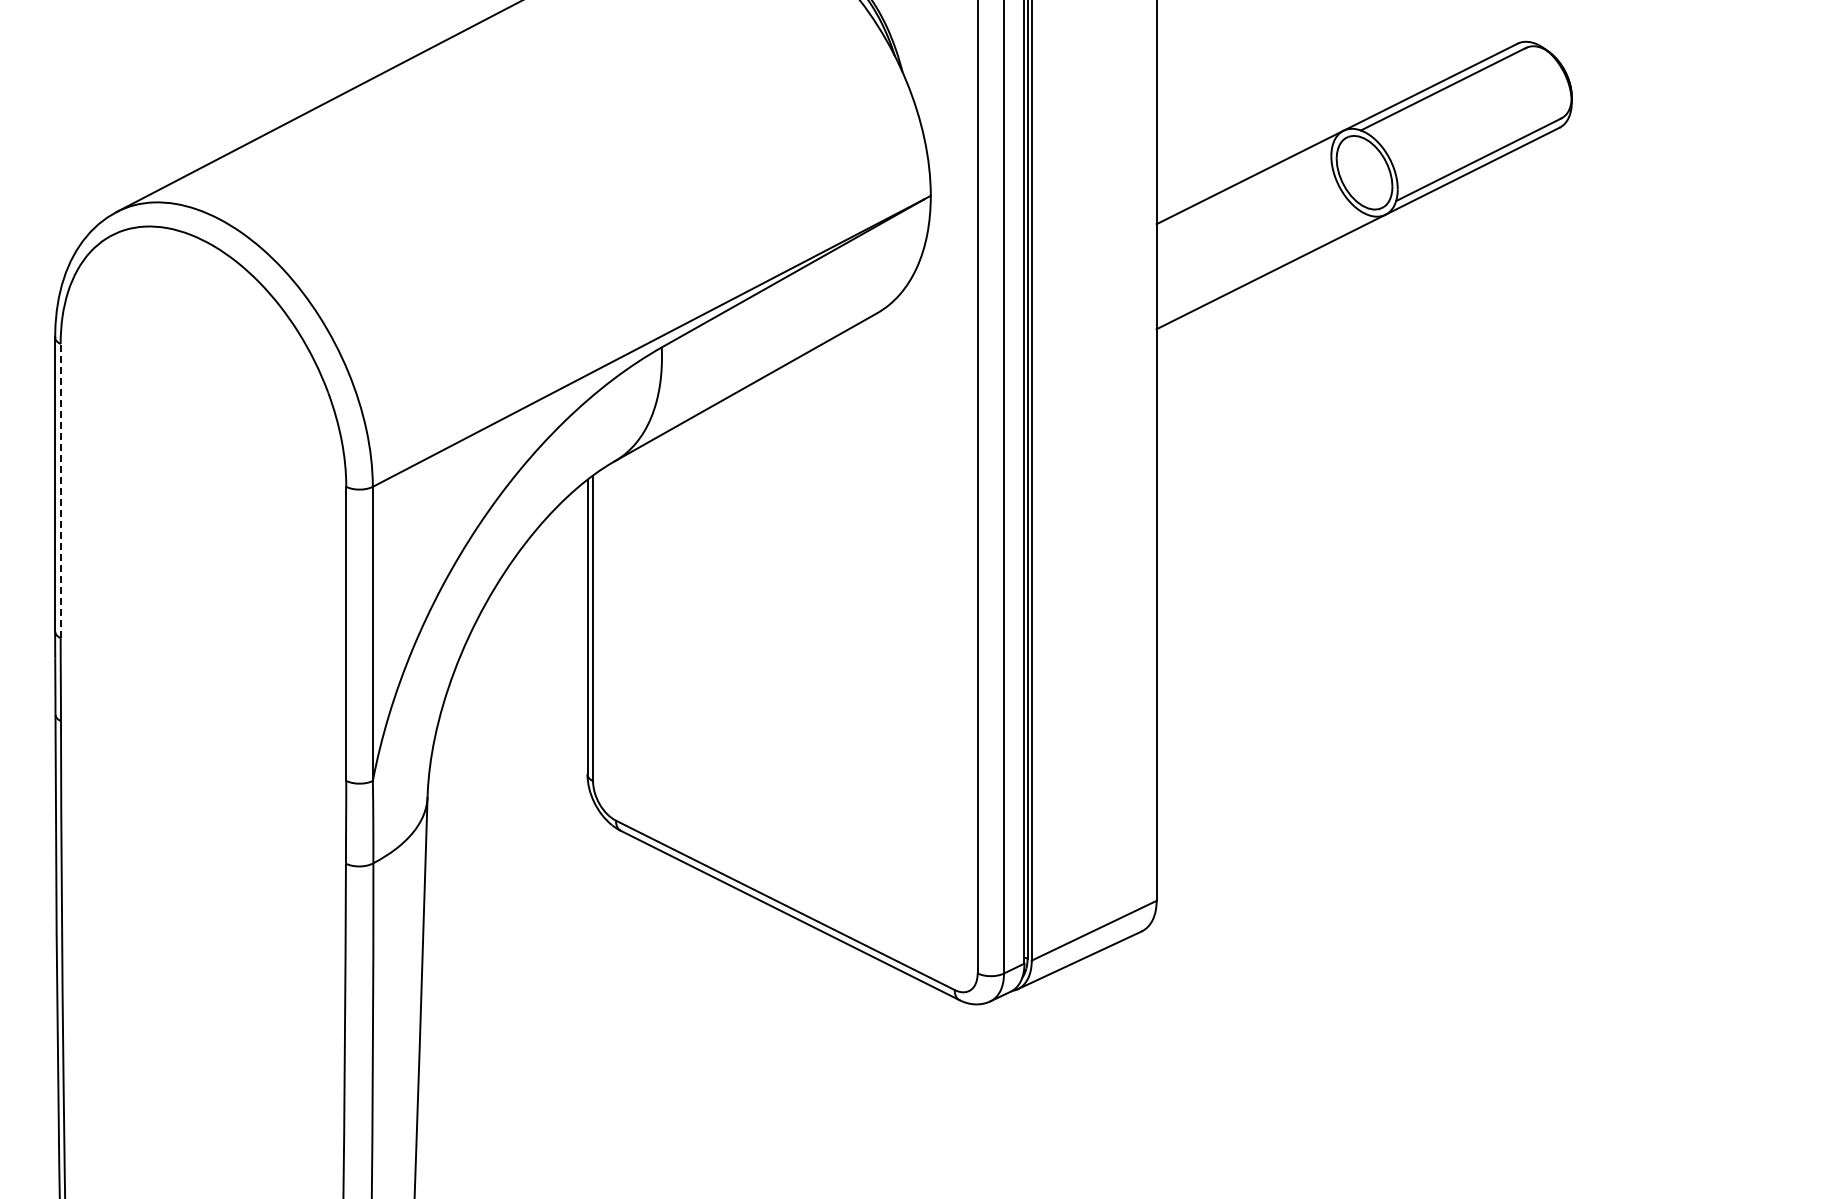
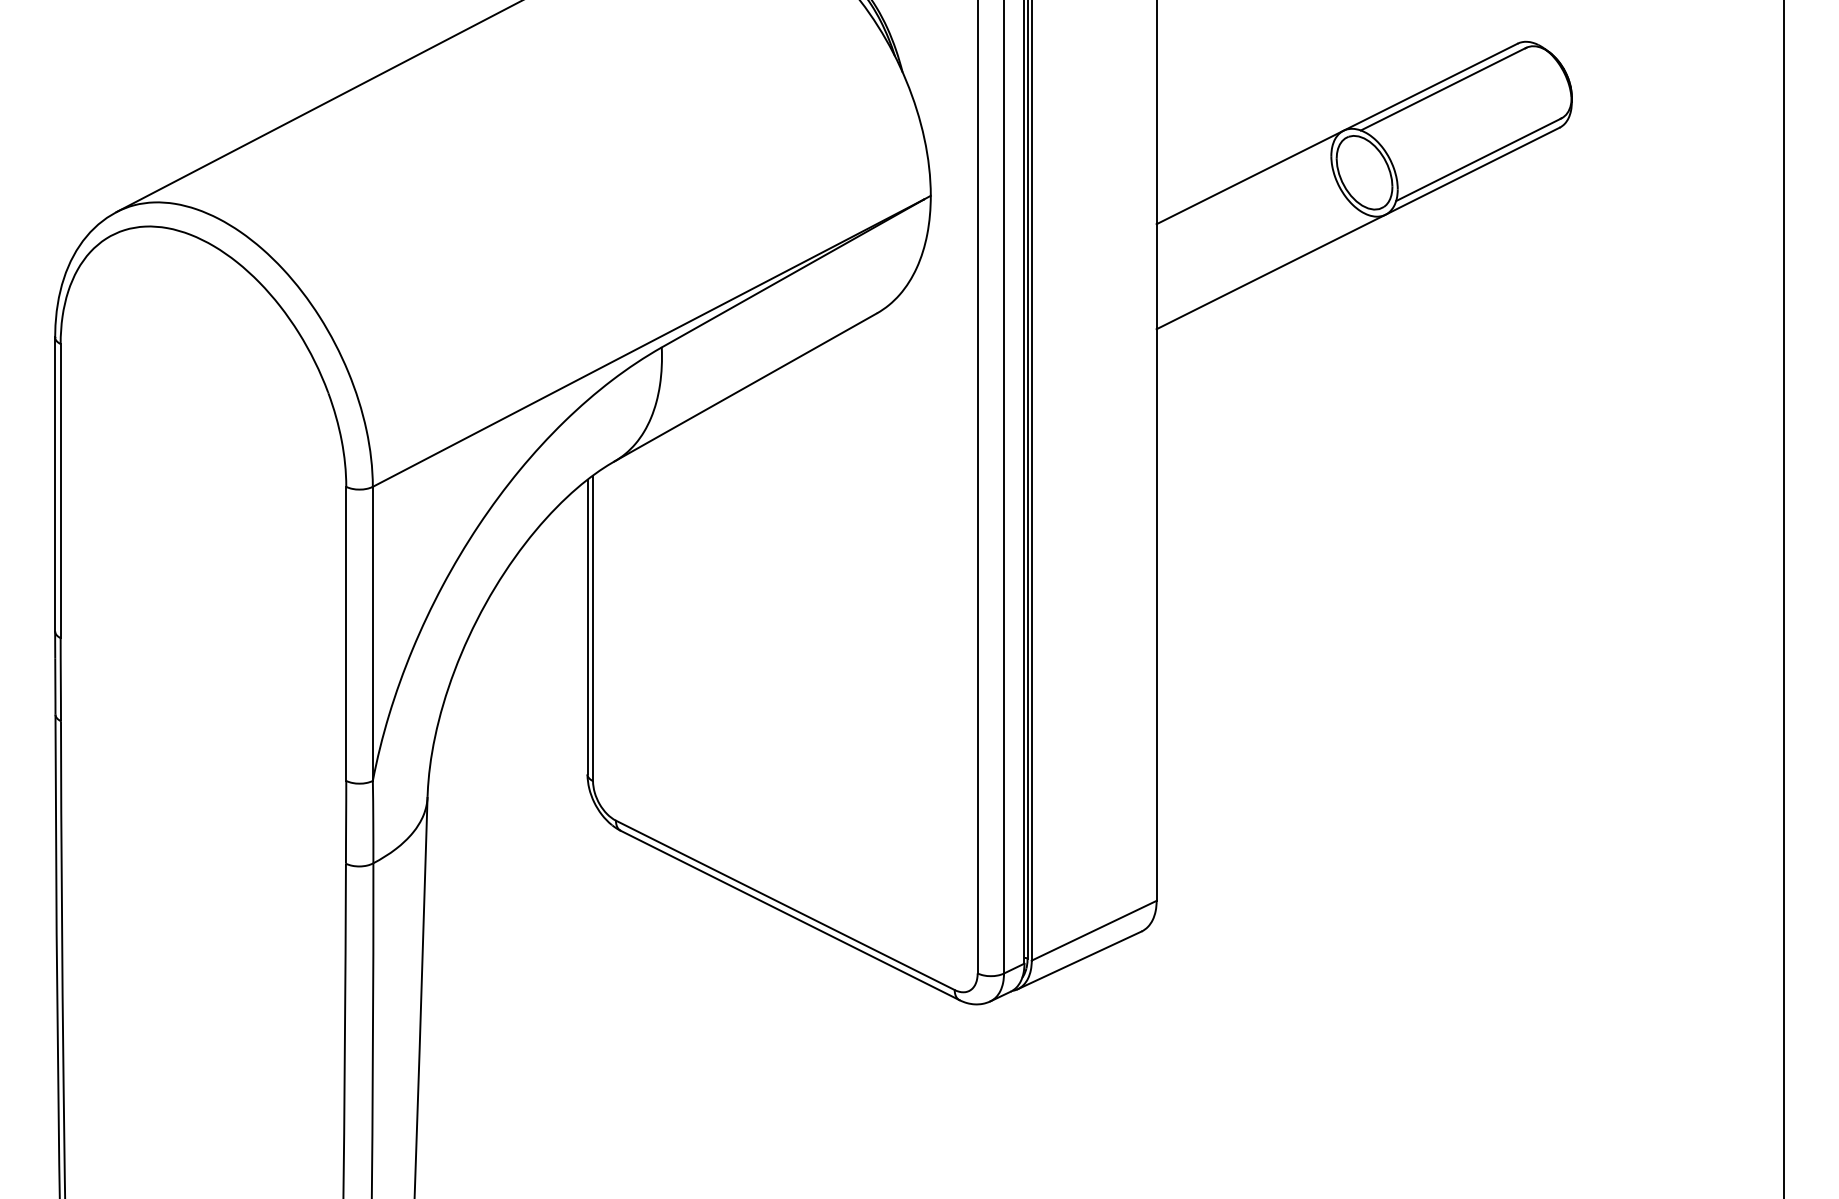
line at (60, 490): dashed -> solid
line at (1783, 598): none -> present
